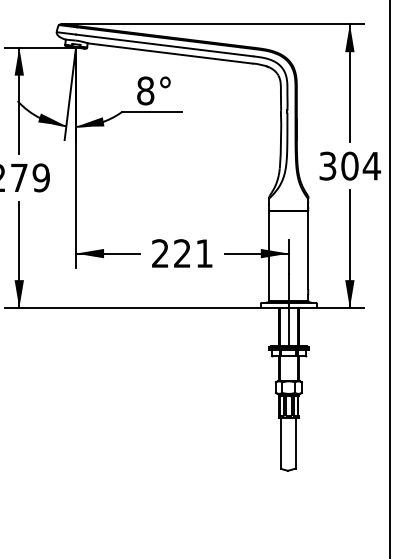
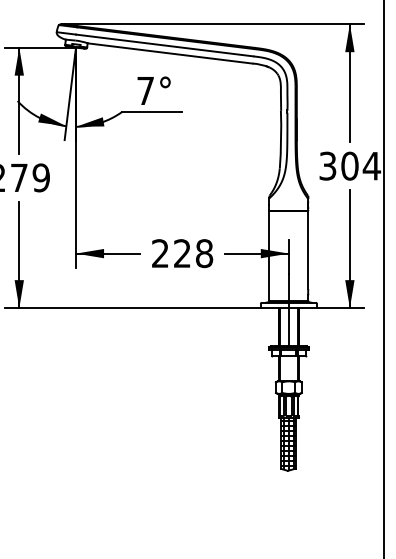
text at (145, 90): 8° -> 7°
text at (204, 253): 221 -> 228
line at (390, 278) position: (390, 278) -> (384, 278)
hatch at (288, 443): none -> present
